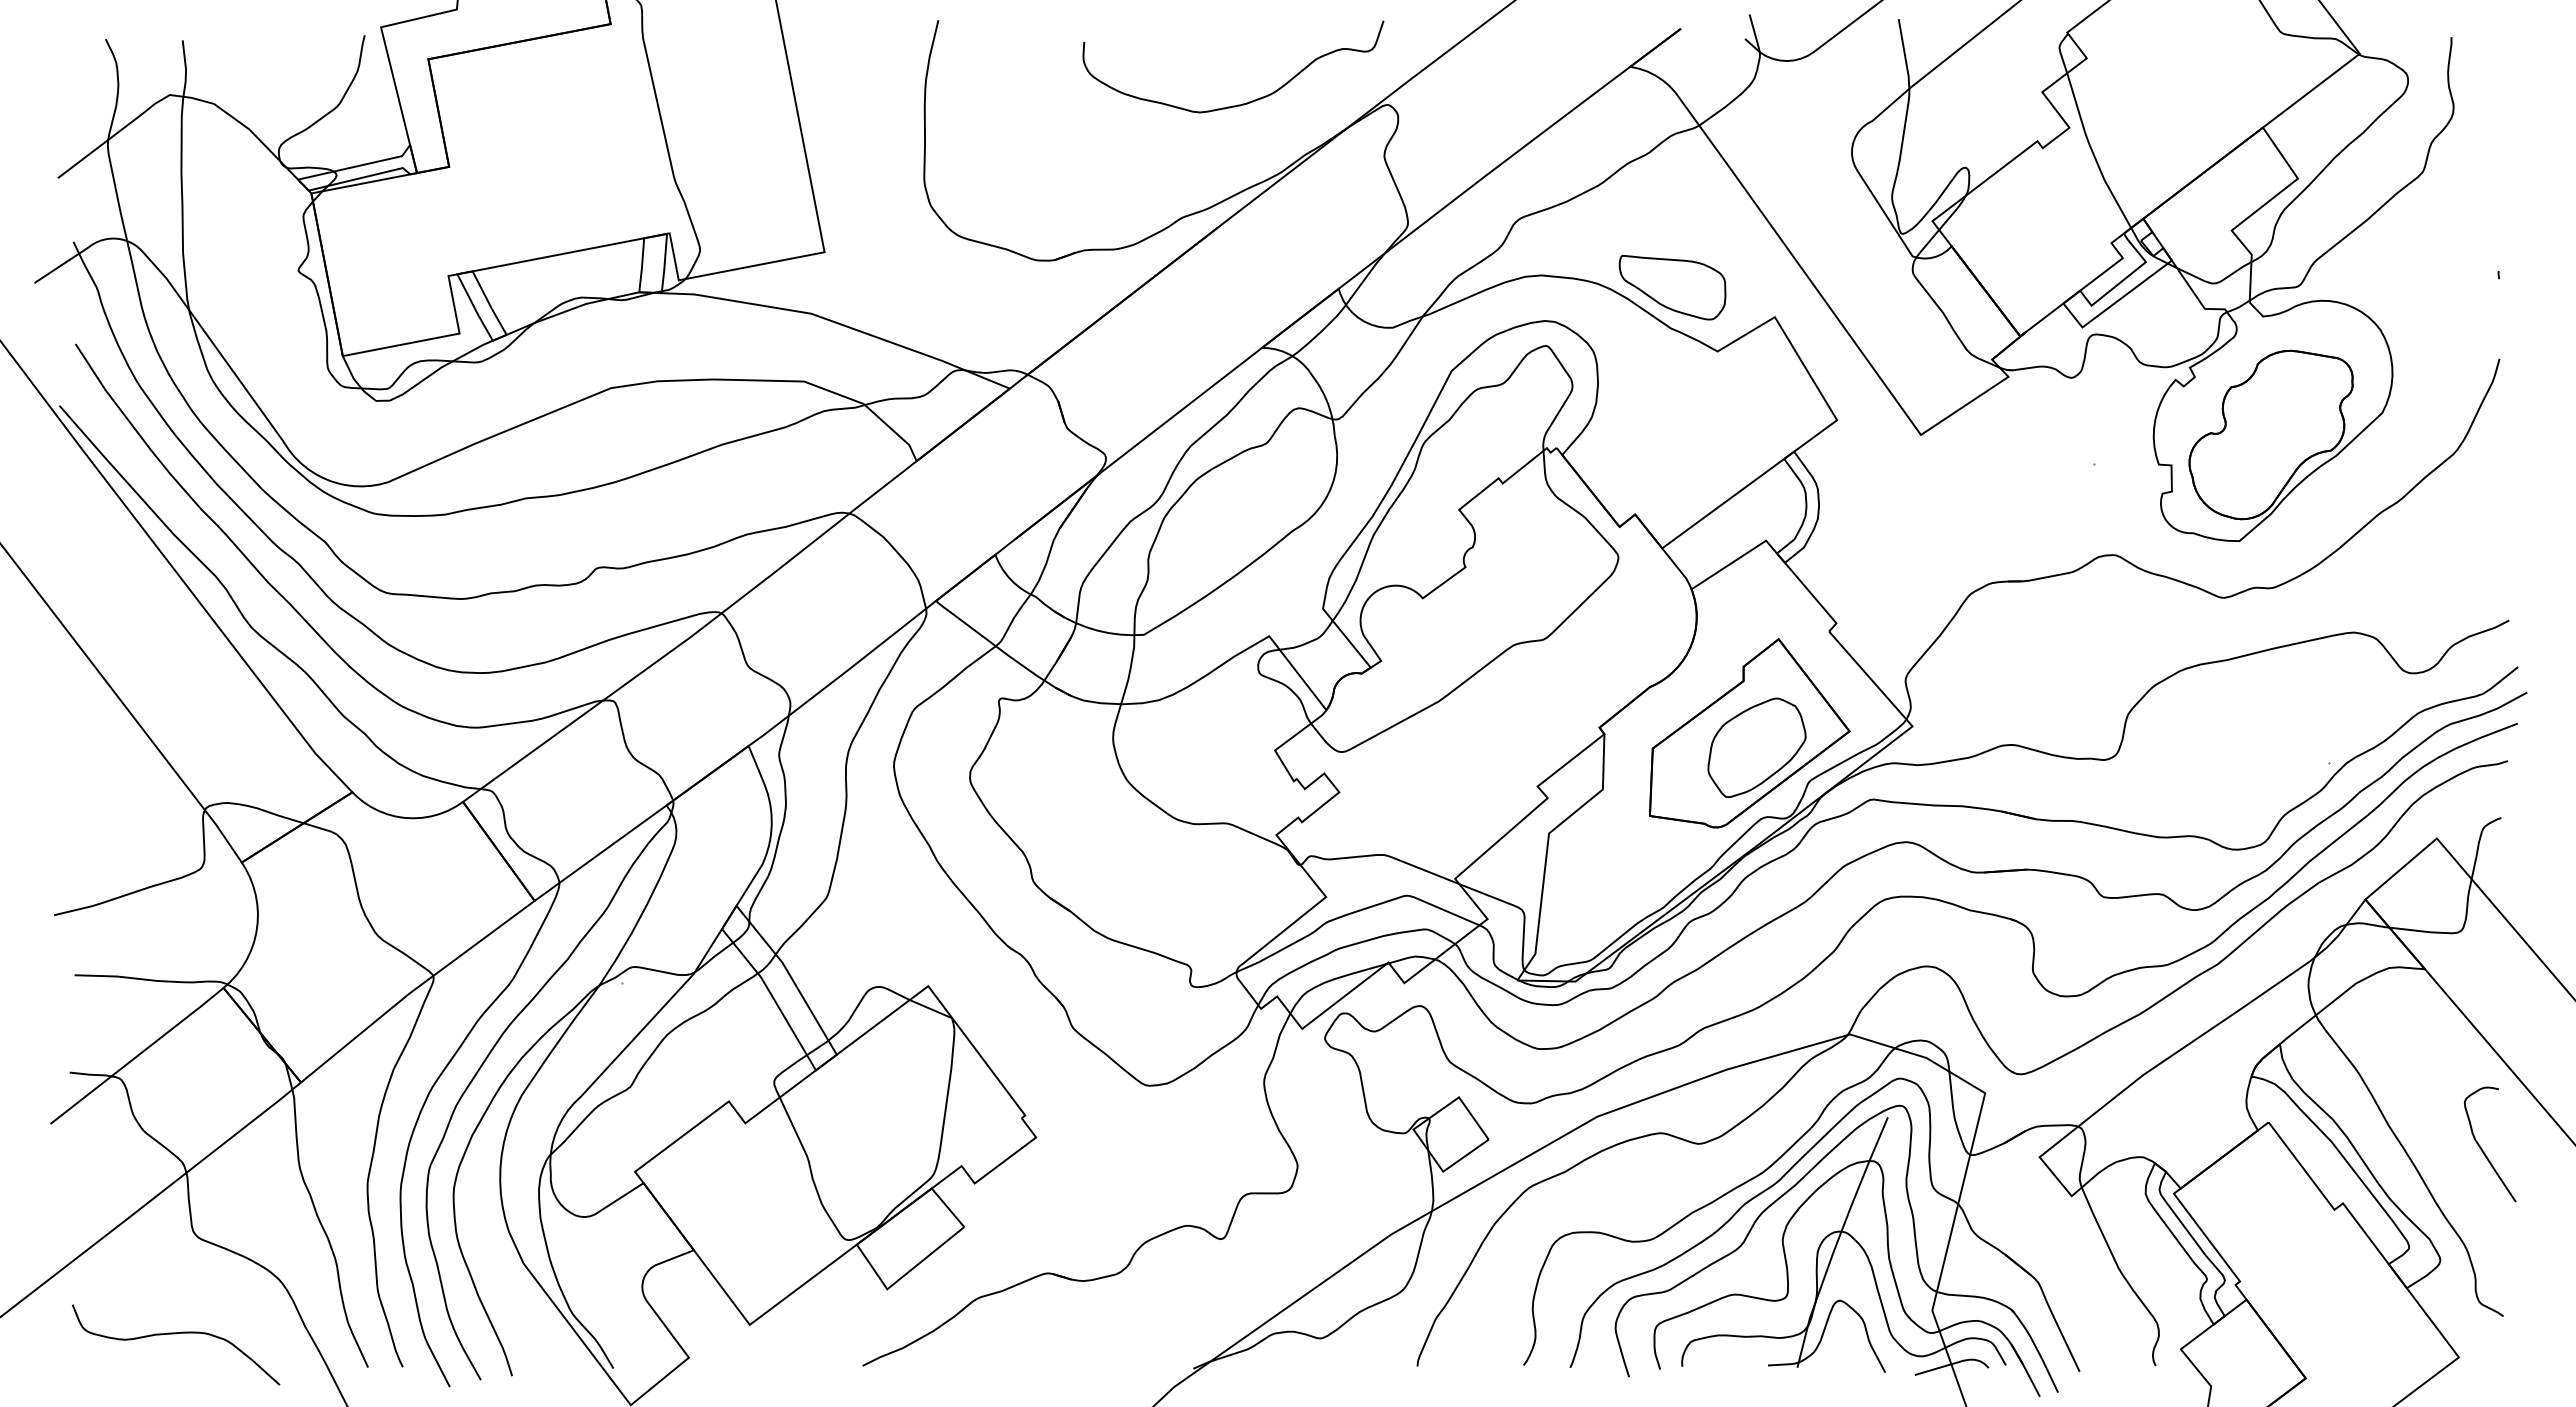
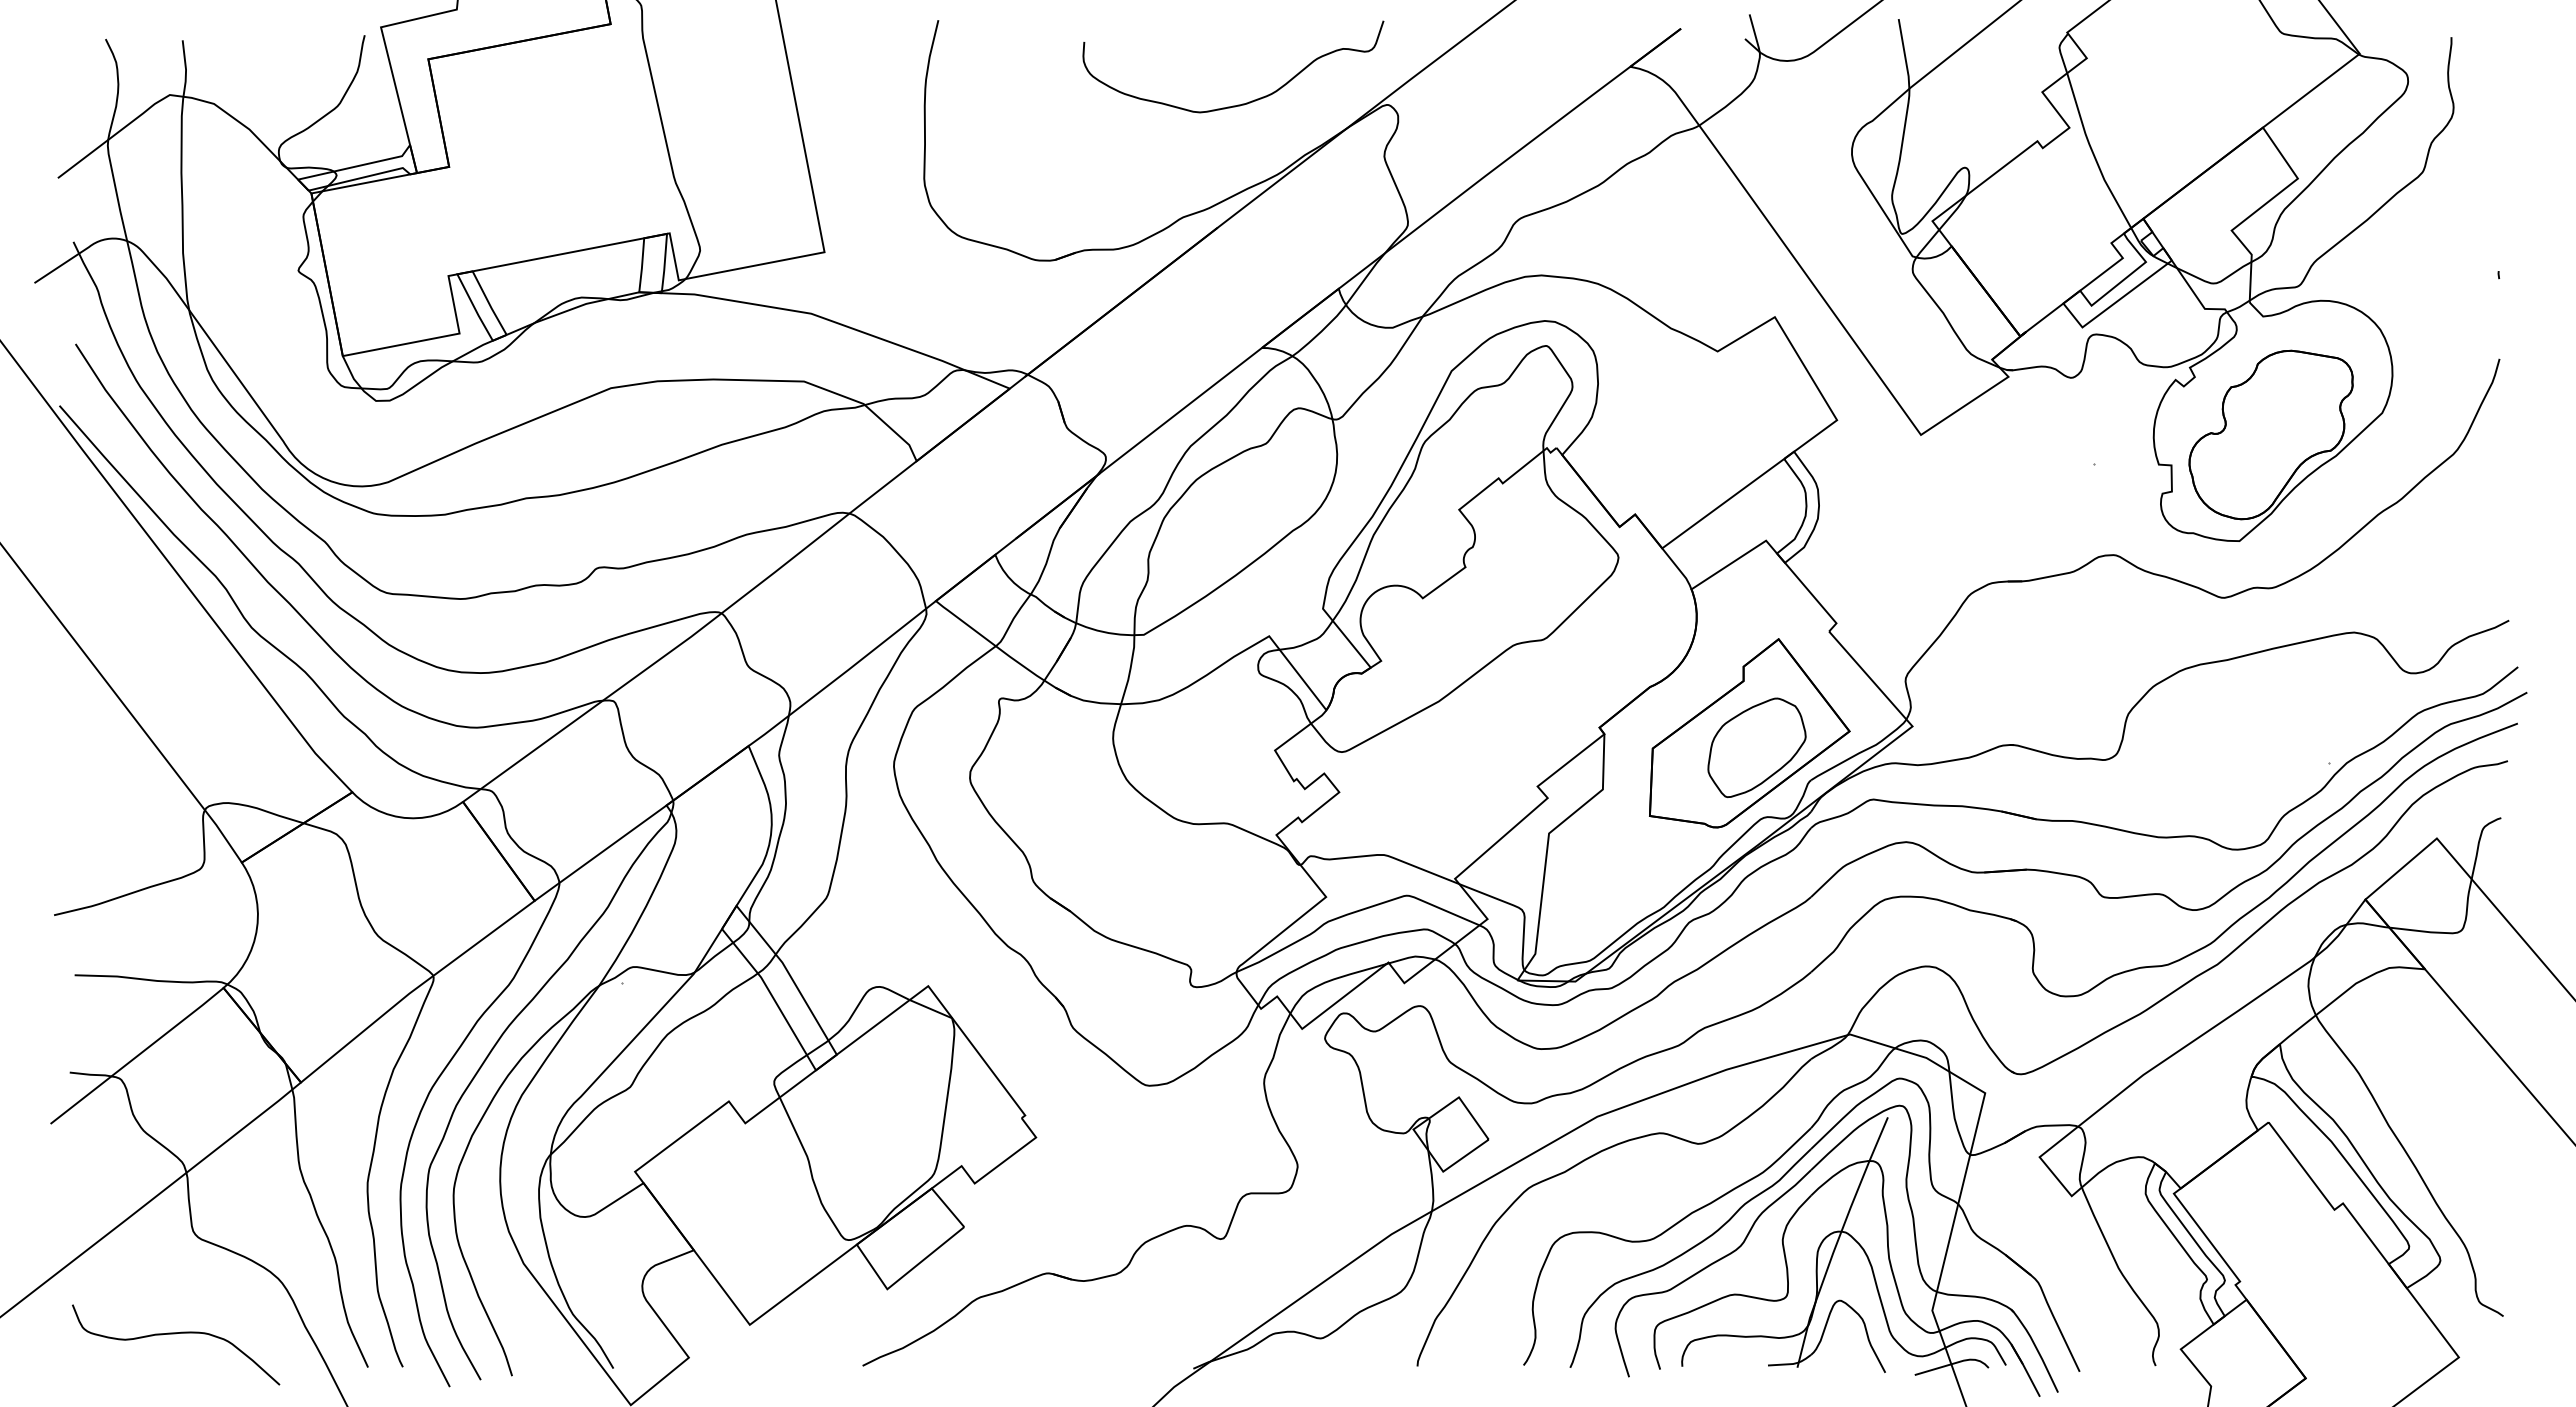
part at (1672, 287): present -> none
curve at (2483, 1150): present -> none
